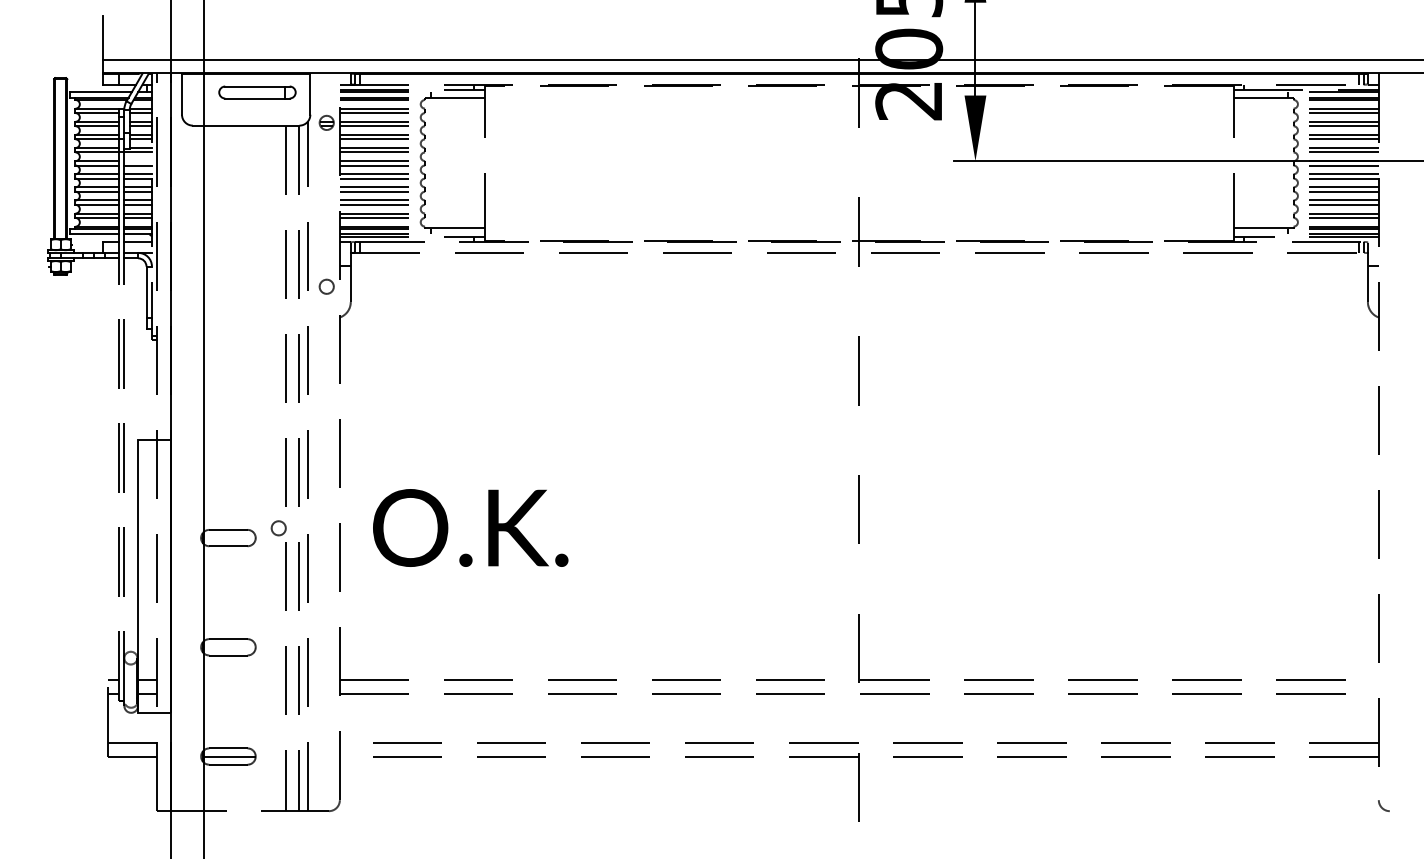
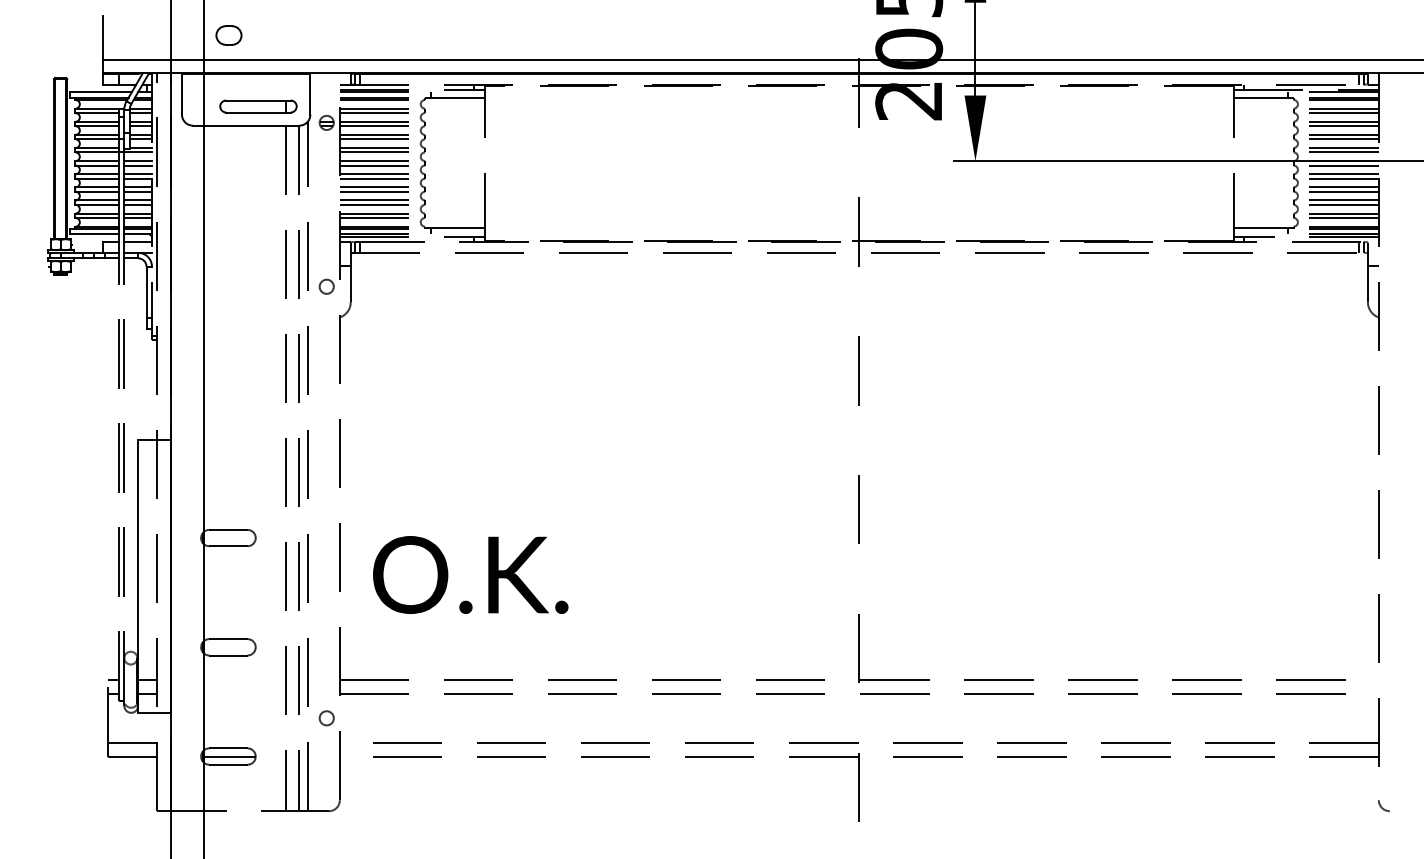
part at (228, 35): none -> present
part at (257, 92) position: (257, 92) -> (258, 106)
line at (137, 161): none -> present
text at (470, 527) position: (470, 527) -> (470, 574)
circle at (278, 528) position: (278, 528) -> (326, 718)
